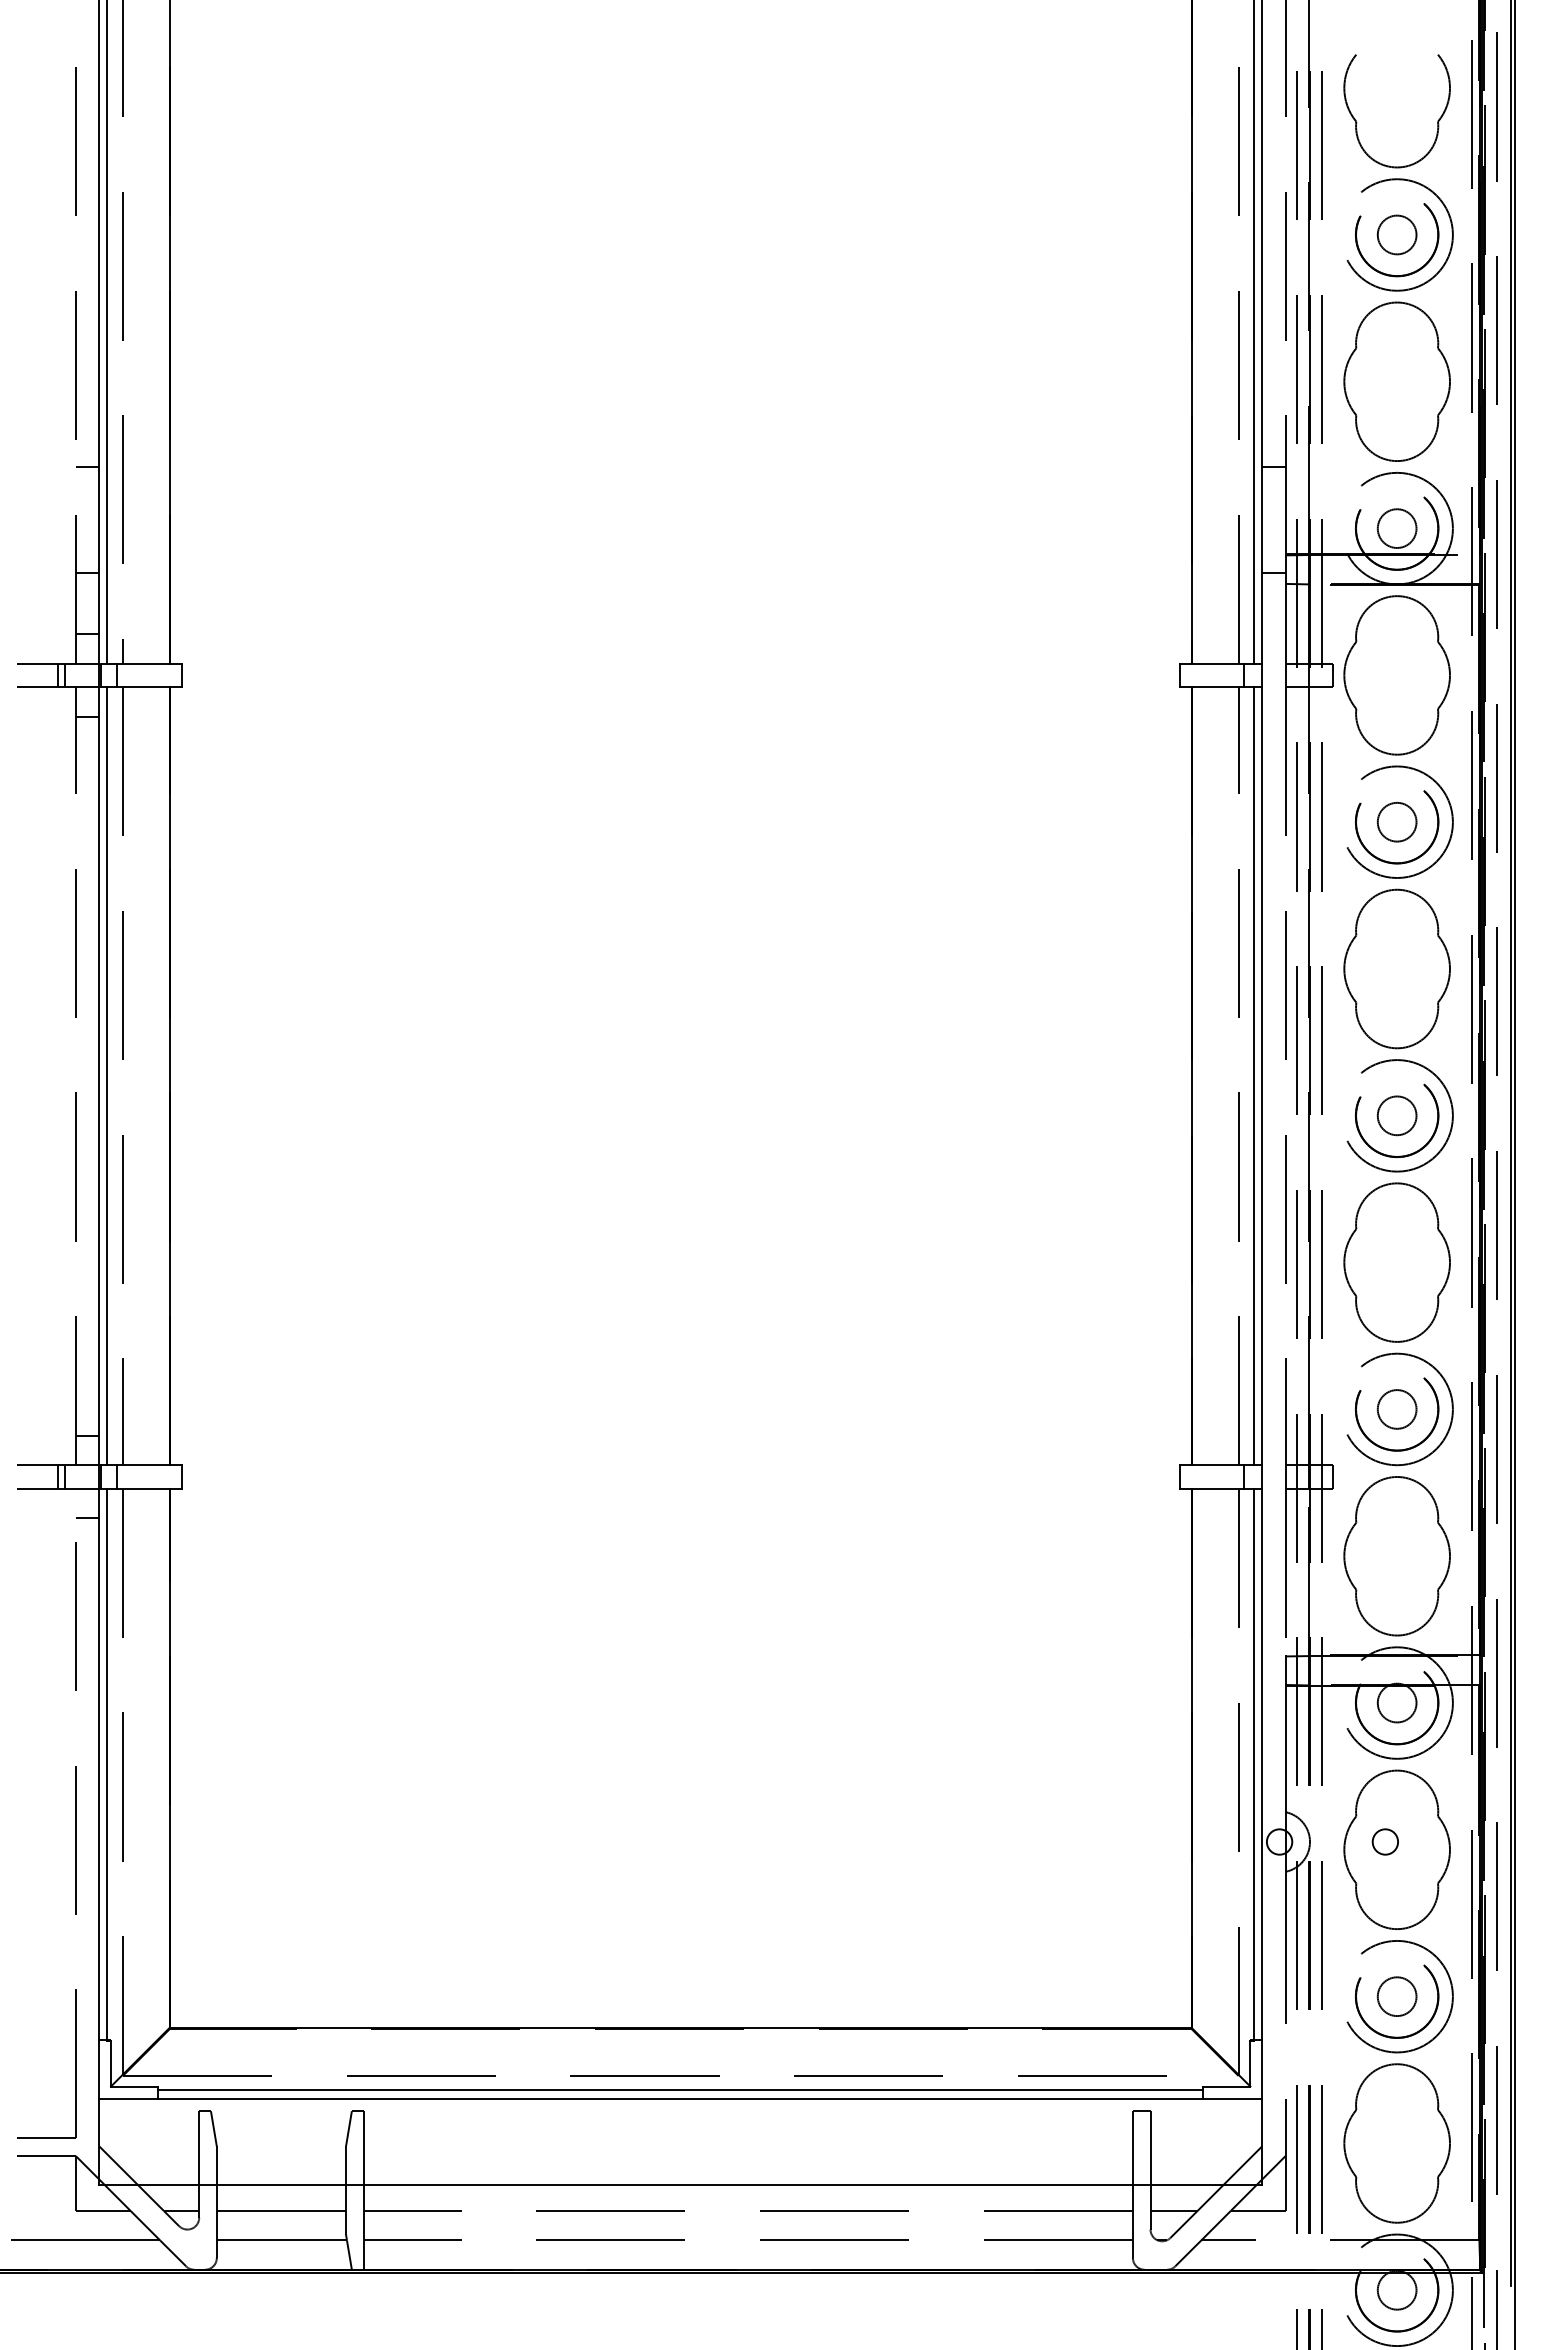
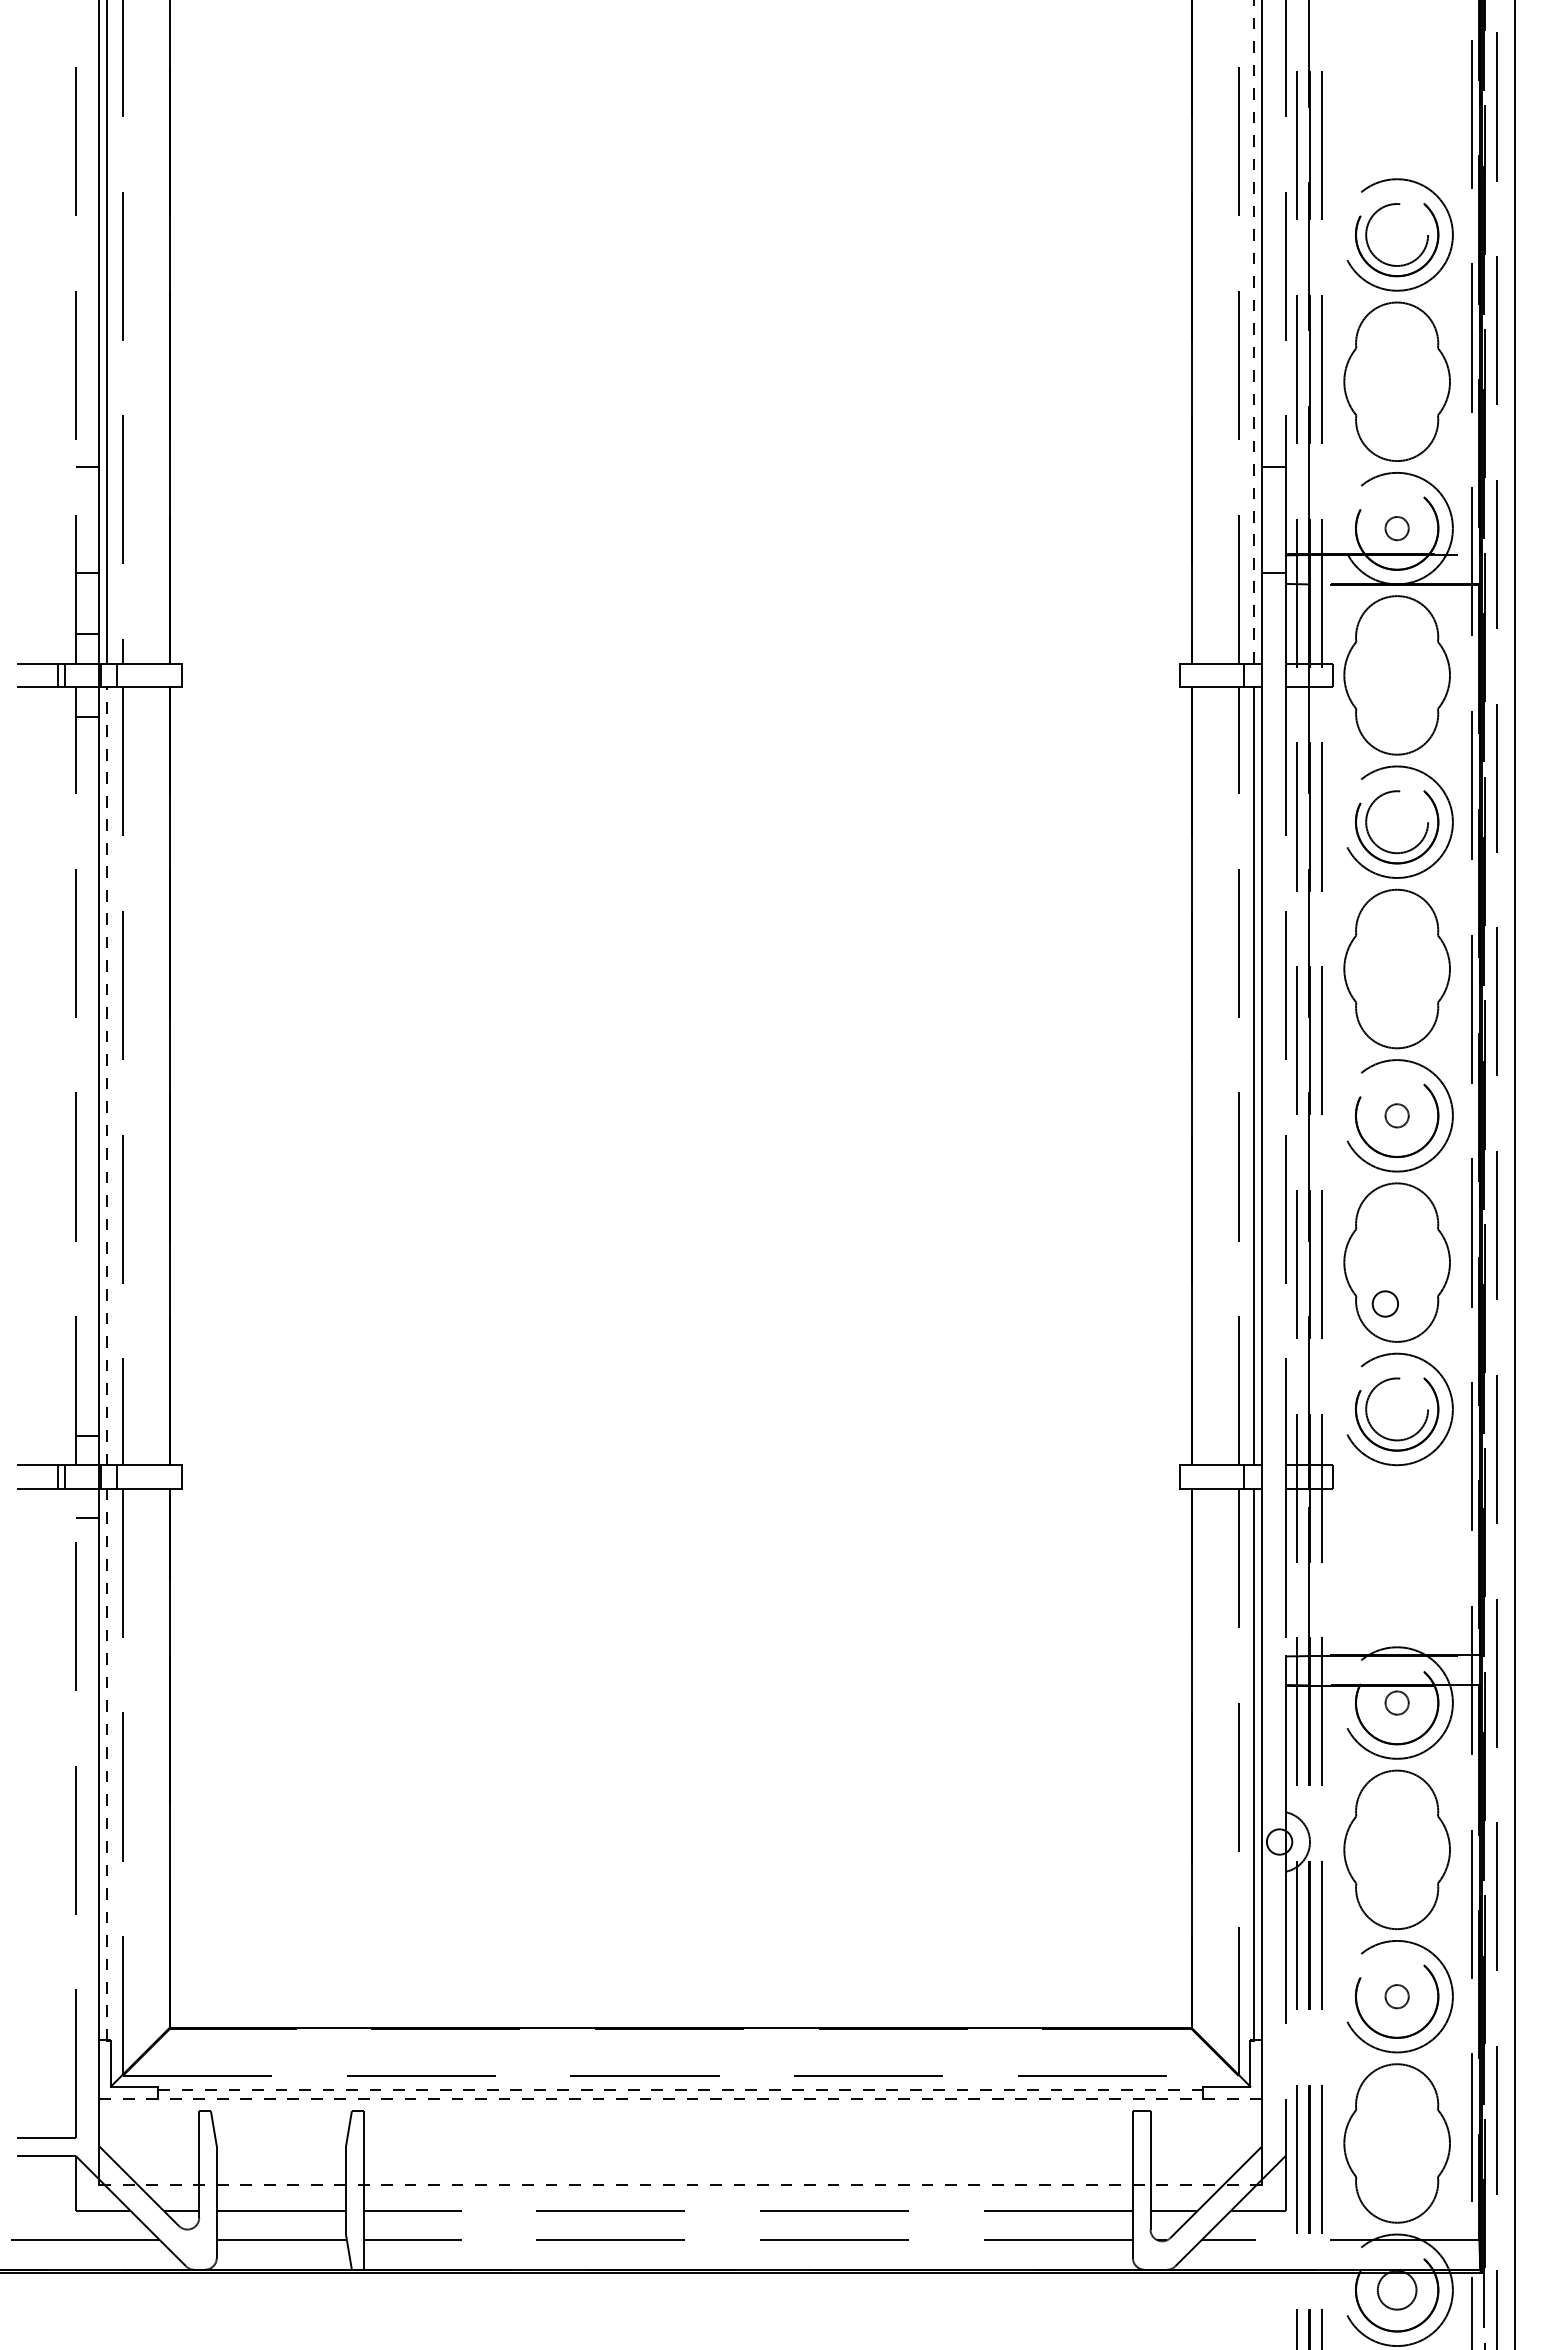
part at (1357, 122): present -> none
circle at (1396, 234) diameter: 39 px -> 62 px
line at (1254, 331): solid -> dashed
circle at (1396, 528) diameter: 39 px -> 23 px
circle at (1396, 821) diameter: 39 px -> 62 px
line at (107, 1075): solid -> dashed
circle at (1396, 1115) diameter: 39 px -> 23 px
line at (1510, 1144): present -> none
circle at (1396, 1409) diameter: 39 px -> 62 px
part at (1396, 1556): present -> none
circle at (1396, 1702) diameter: 39 px -> 23 px
line at (107, 1764): solid -> dashed
circle at (1384, 1841) position: (1384, 1841) -> (1384, 1303)
circle at (1396, 1996) diameter: 39 px -> 23 px
line at (680, 2090): solid -> dashed
line at (680, 2099): solid -> dashed
line at (681, 2184): solid -> dashed
